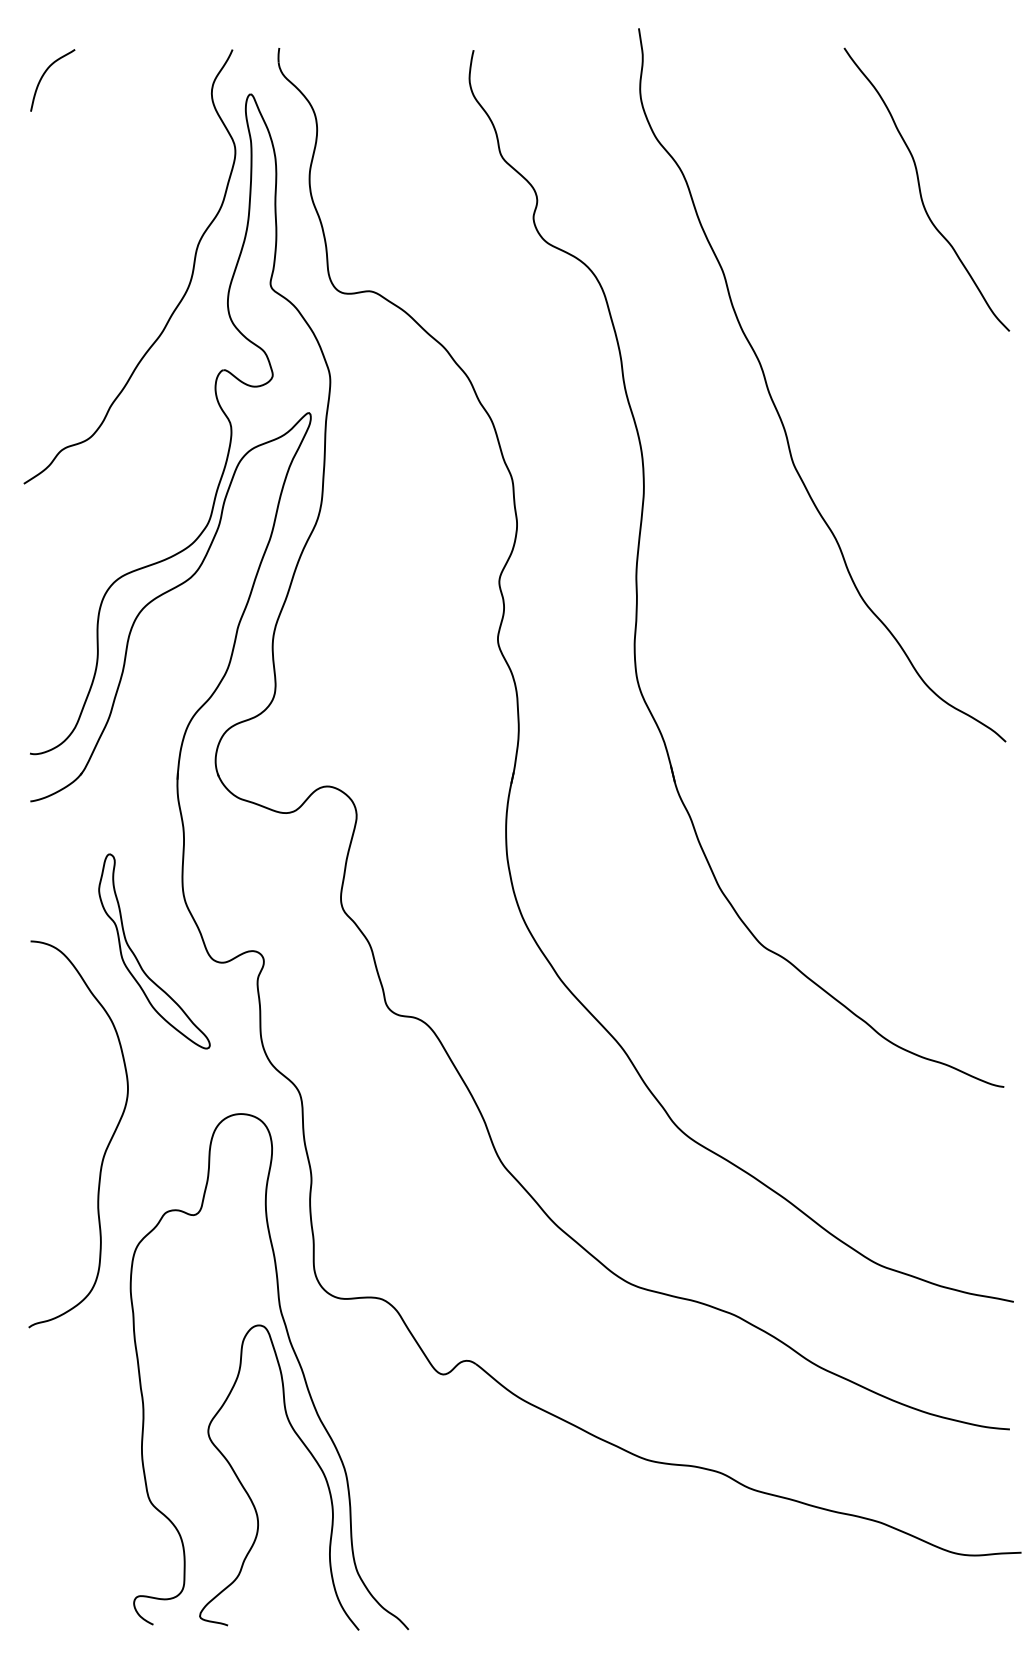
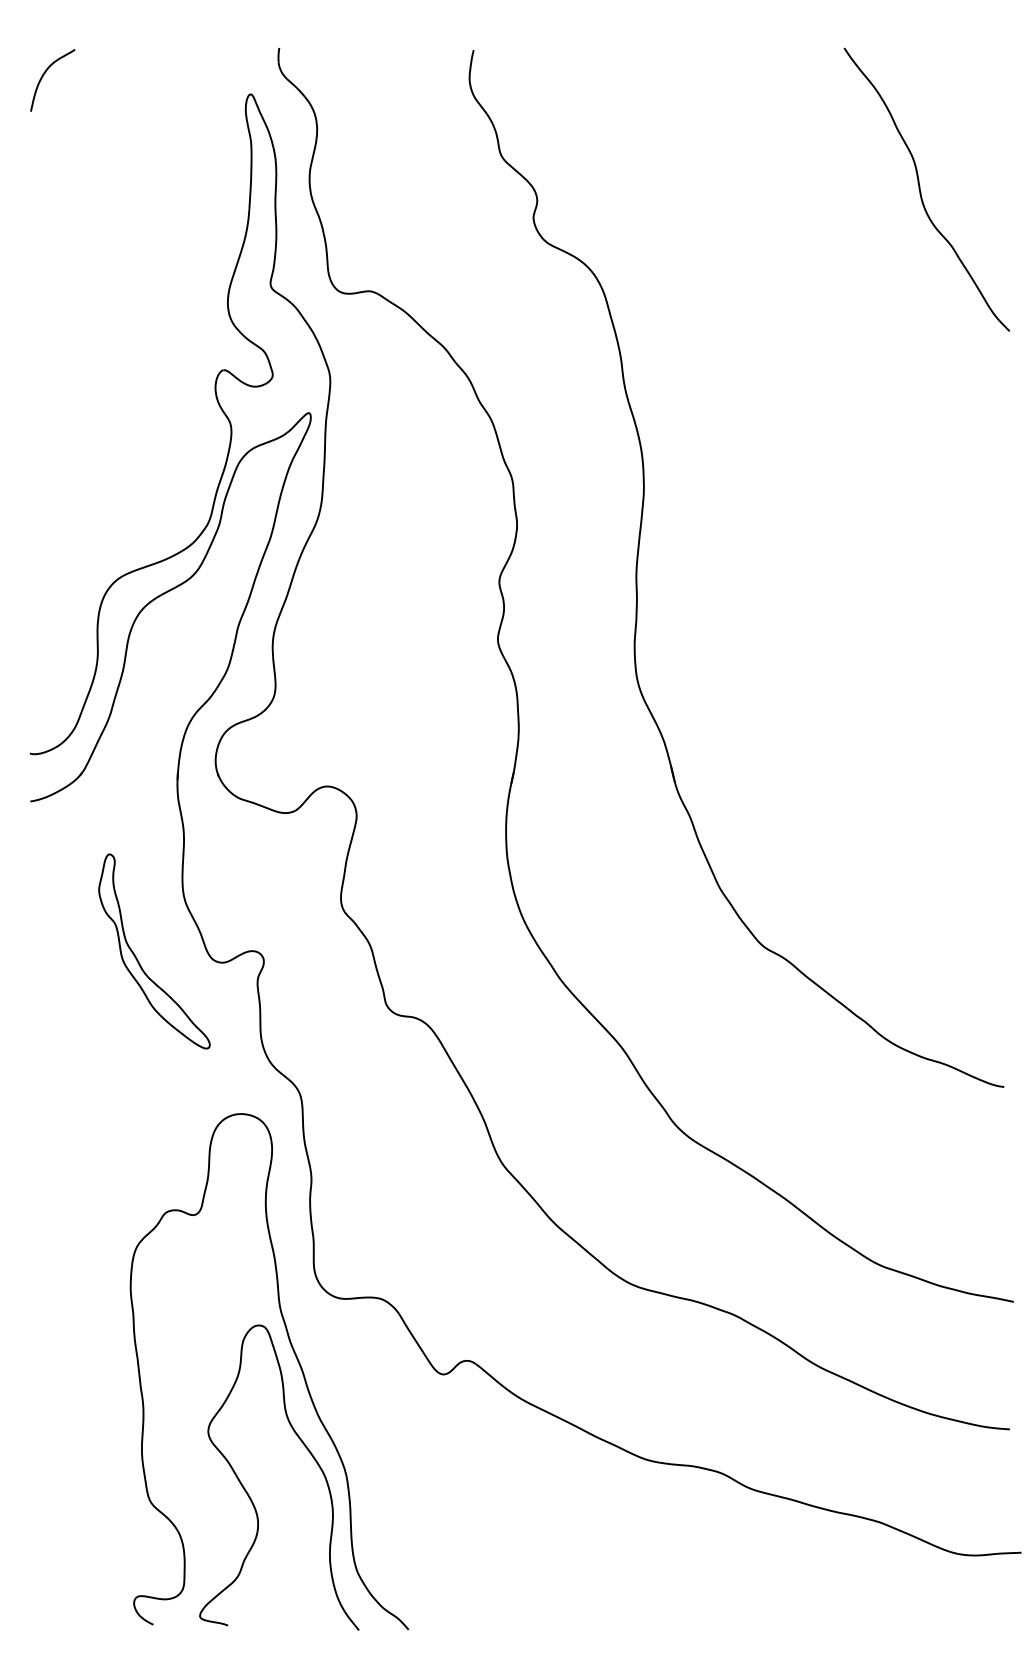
curve at (180, 299): present -> none
curve at (776, 406): present -> none
curve at (106, 1146): present -> none
